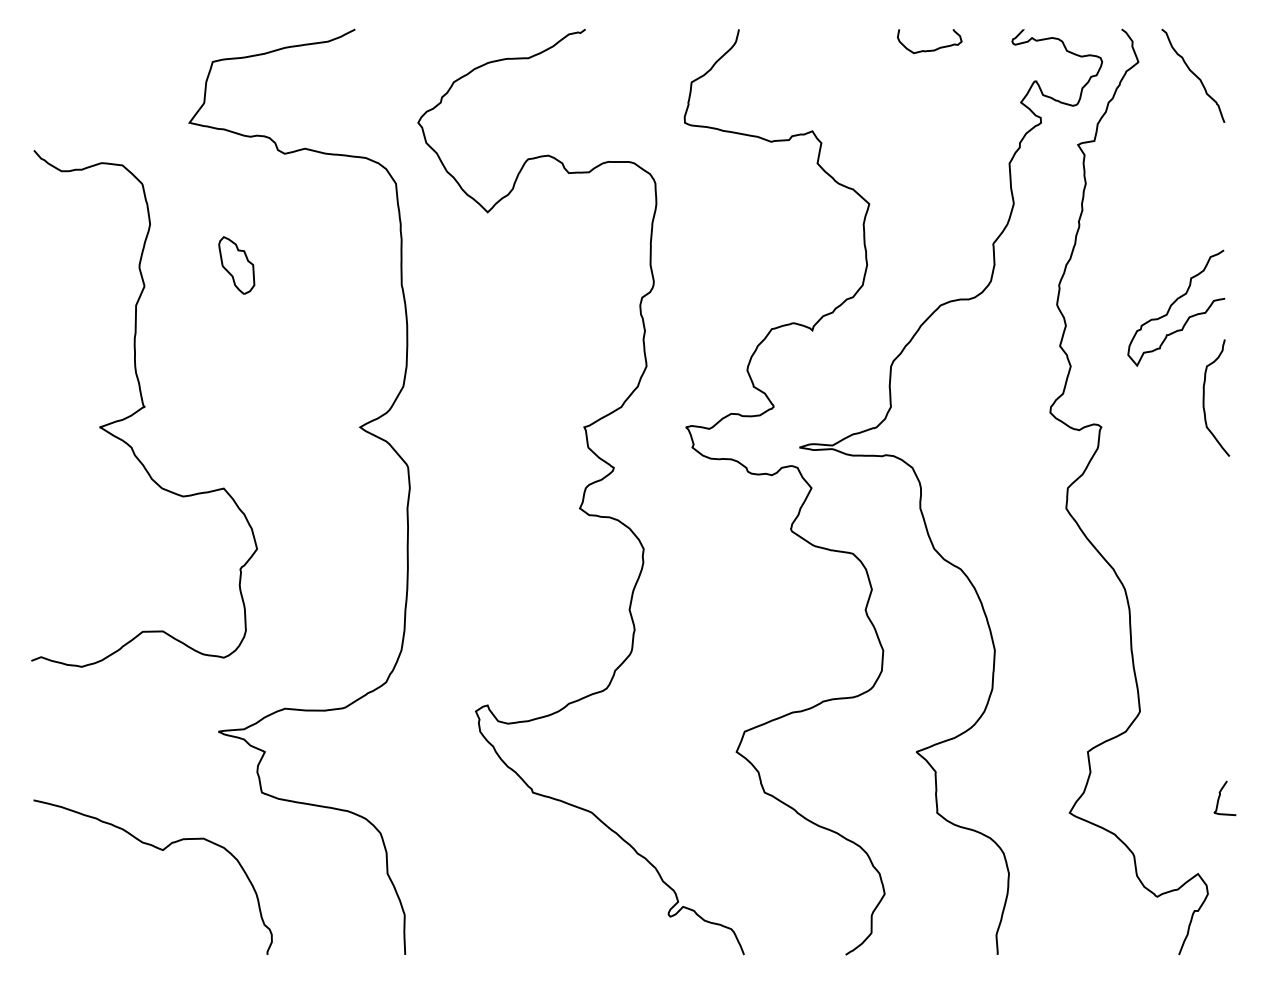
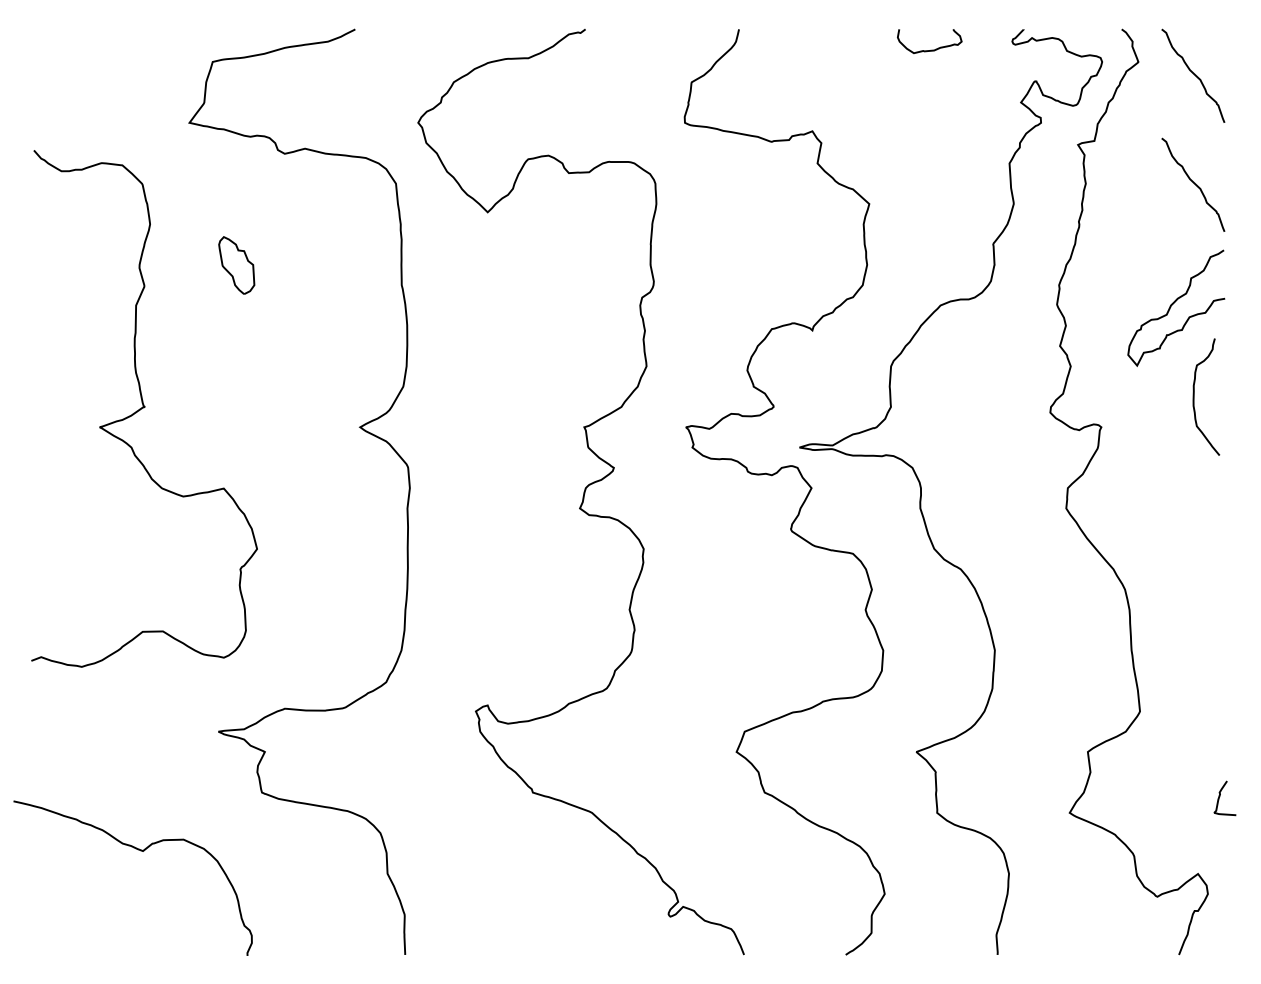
curve at (1193, 183): none -> present
curve at (1204, 397) position: (1204, 397) -> (1194, 396)
curve at (160, 850) position: (160, 850) -> (140, 851)
